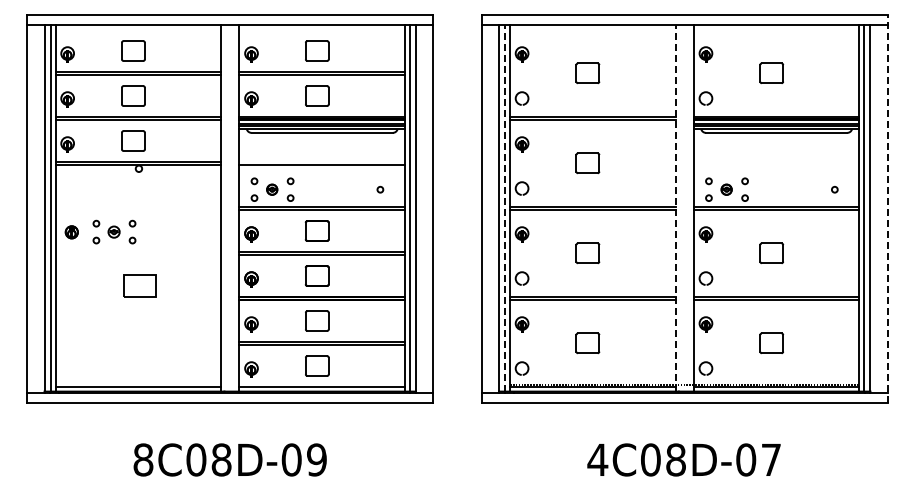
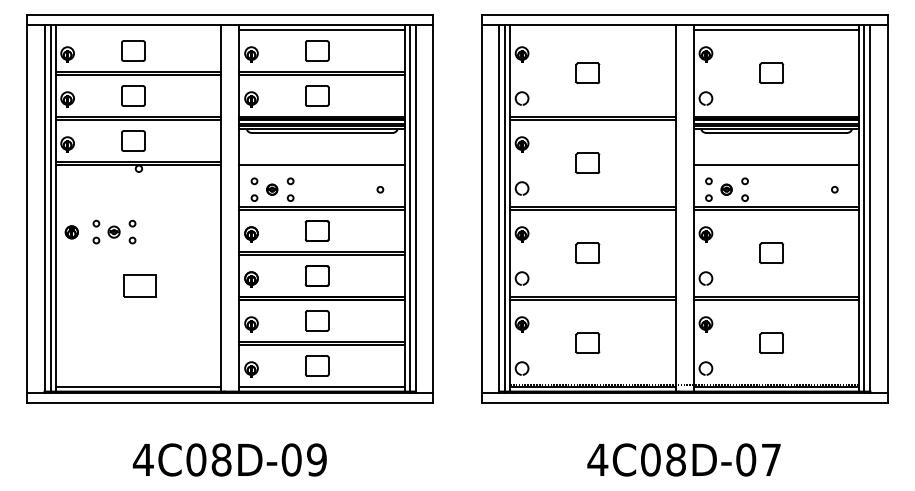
line at (322, 29): none -> present
line at (776, 29): none -> present
line at (776, 164): none -> present
line at (505, 207): dashed -> solid
line at (675, 207): dashed -> solid
line at (887, 208): dashed -> solid
text at (142, 459): 8C08D-09 -> 4C08D-09
